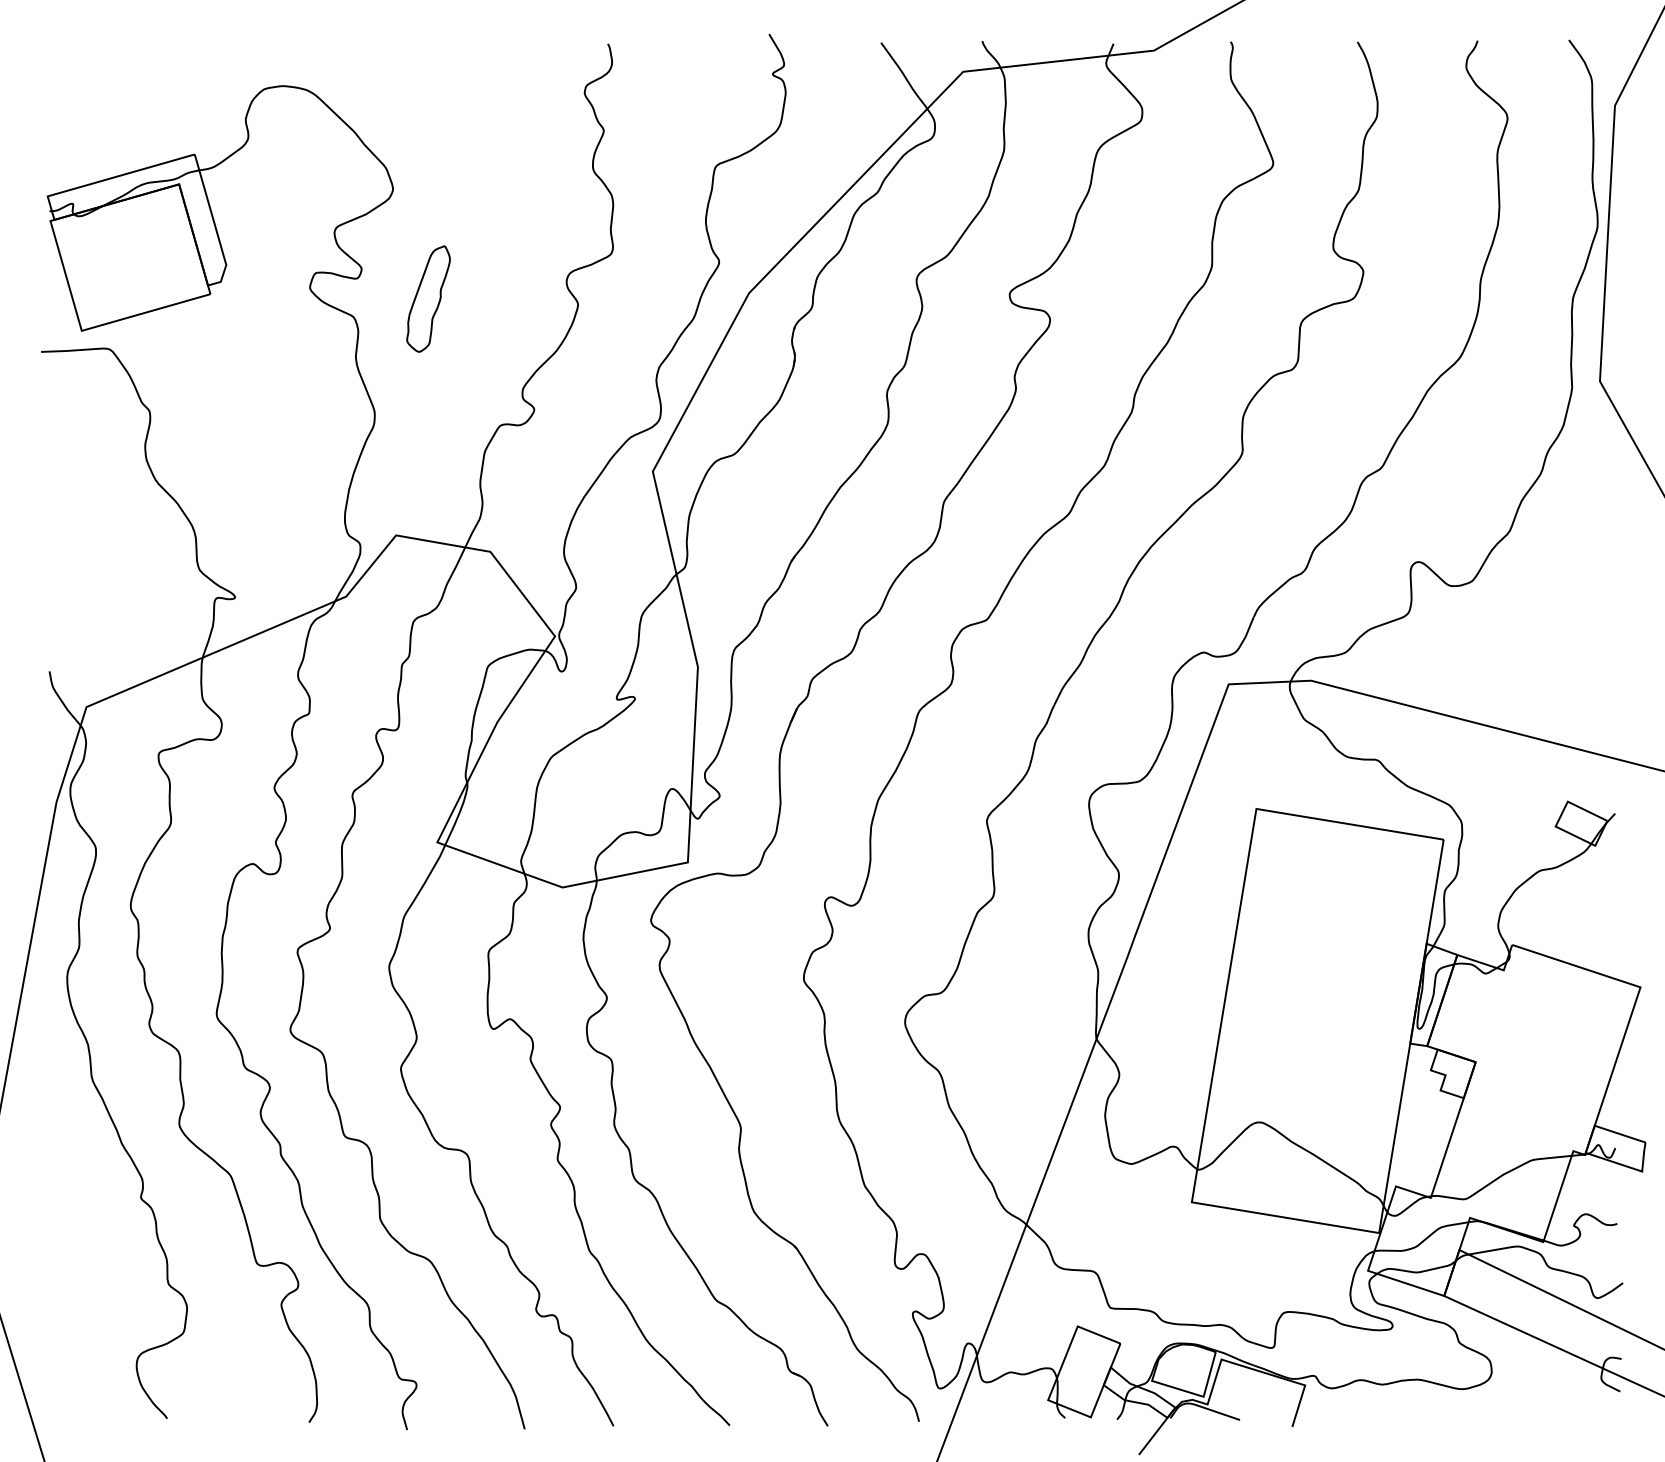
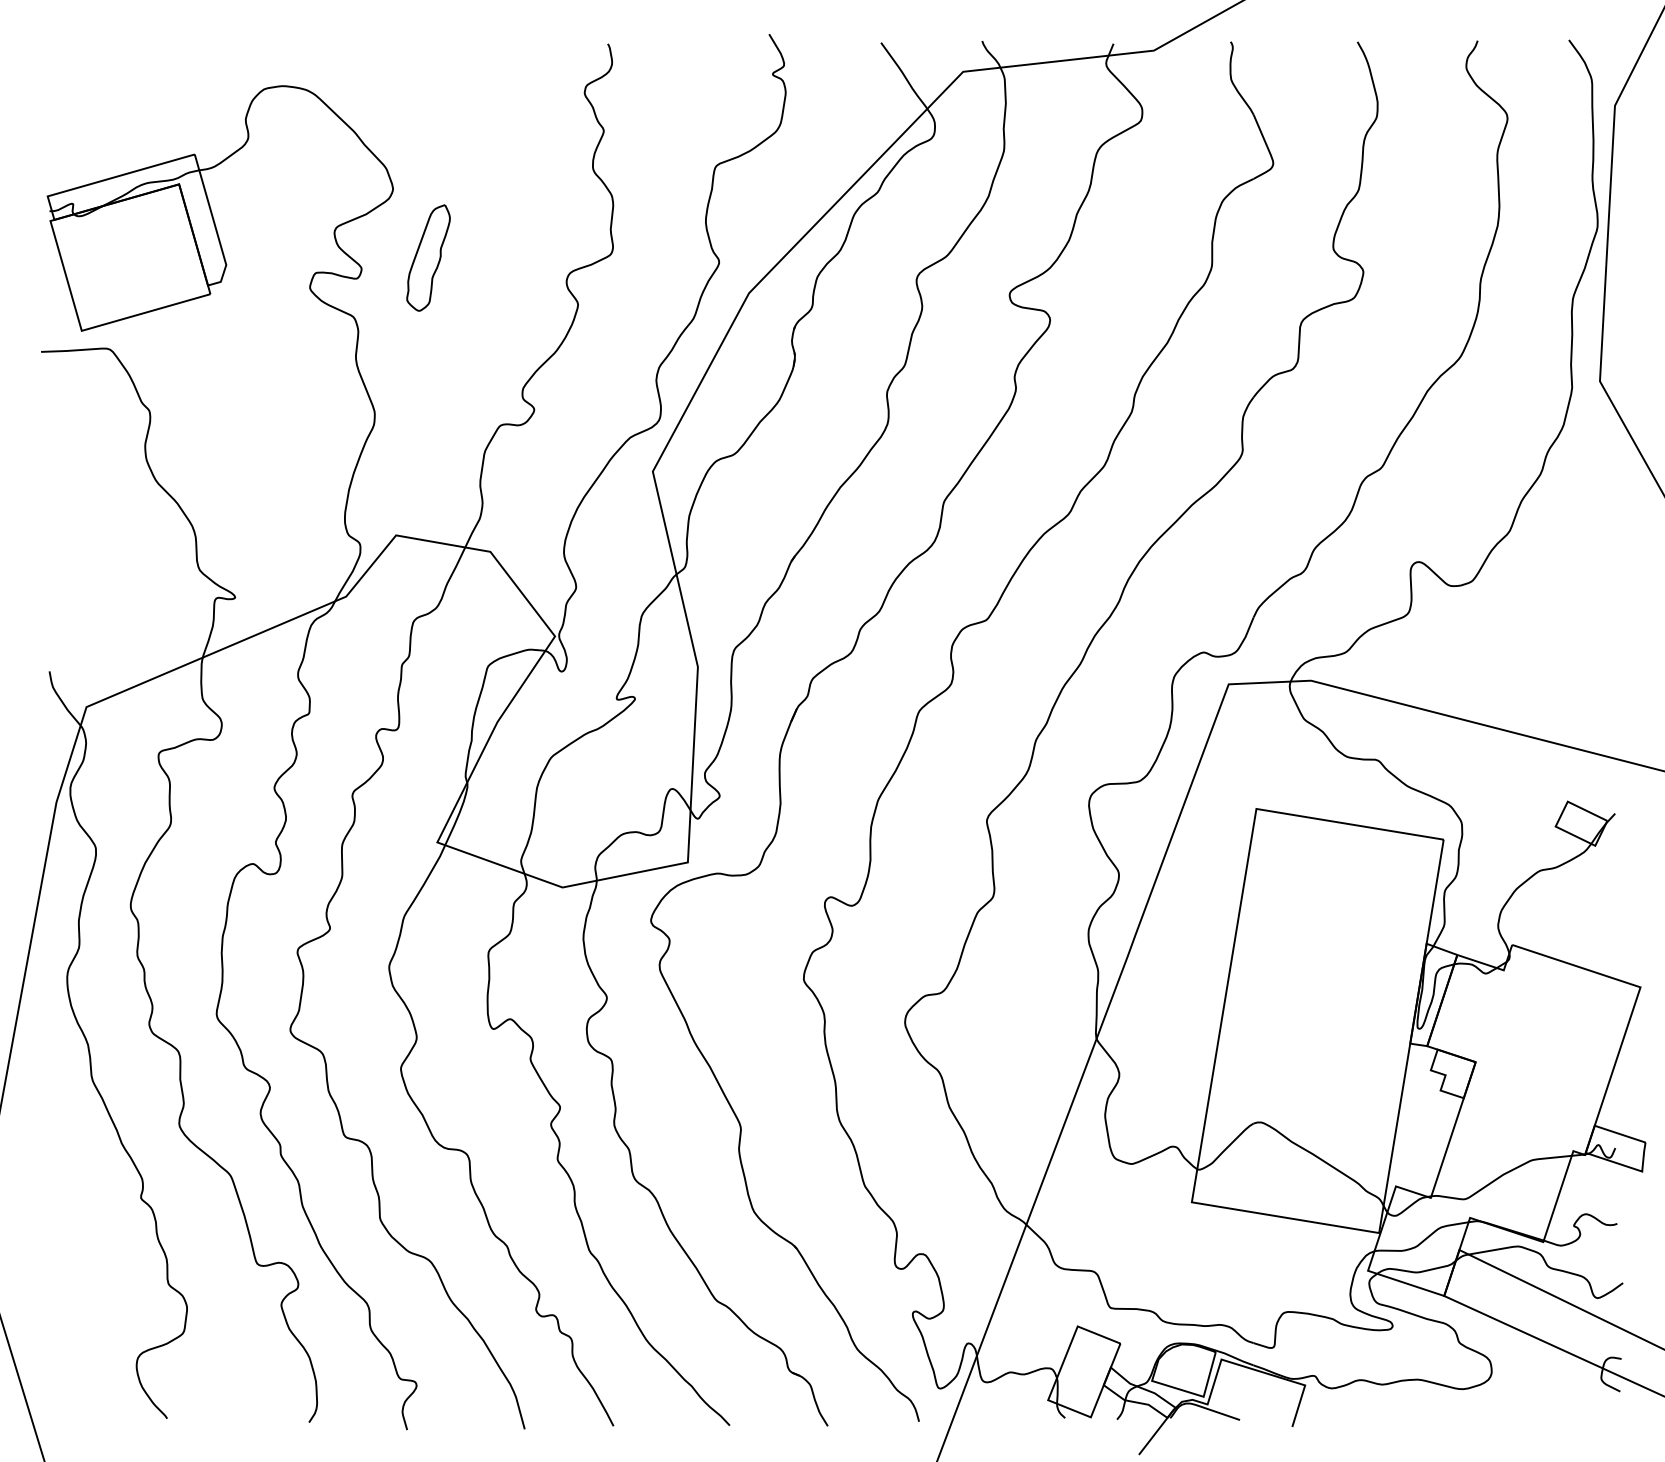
part at (428, 298) position: (428, 298) -> (428, 257)
